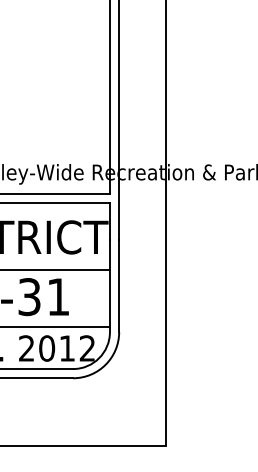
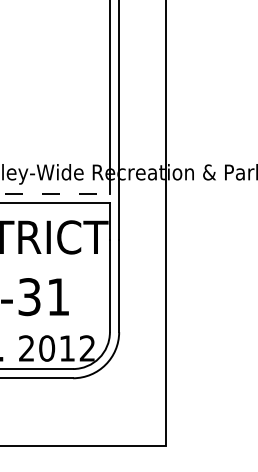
line at (54, 193): solid -> dashed
line at (55, 270): present -> none
line at (55, 327): present -> none
